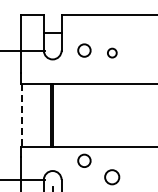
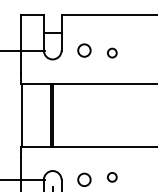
line at (22, 115): dashed -> solid
circle at (84, 160) position: (84, 160) -> (84, 179)
circle at (112, 177) size: 17x17 px -> 11x11 px
